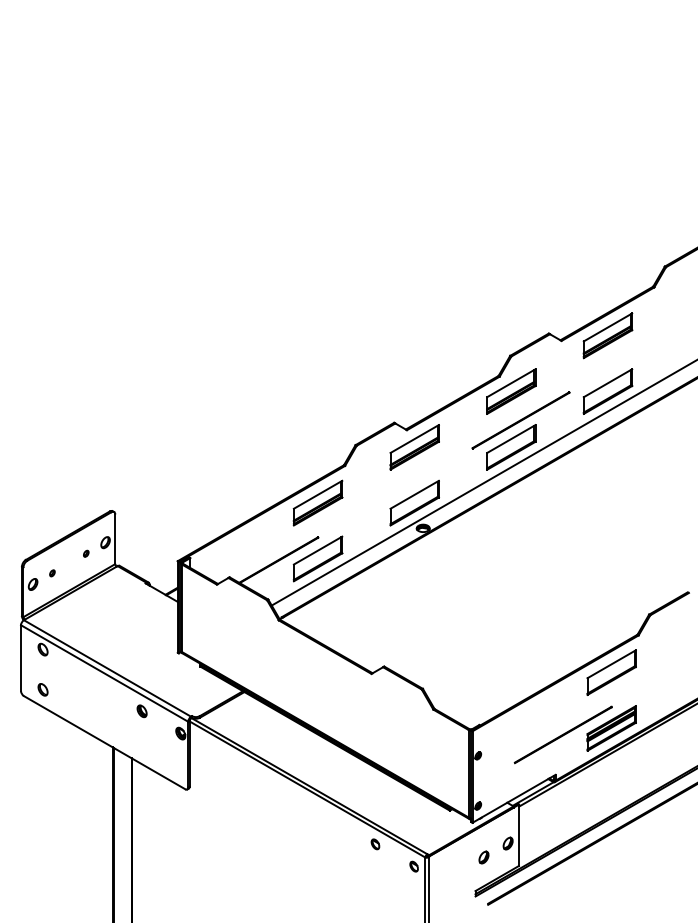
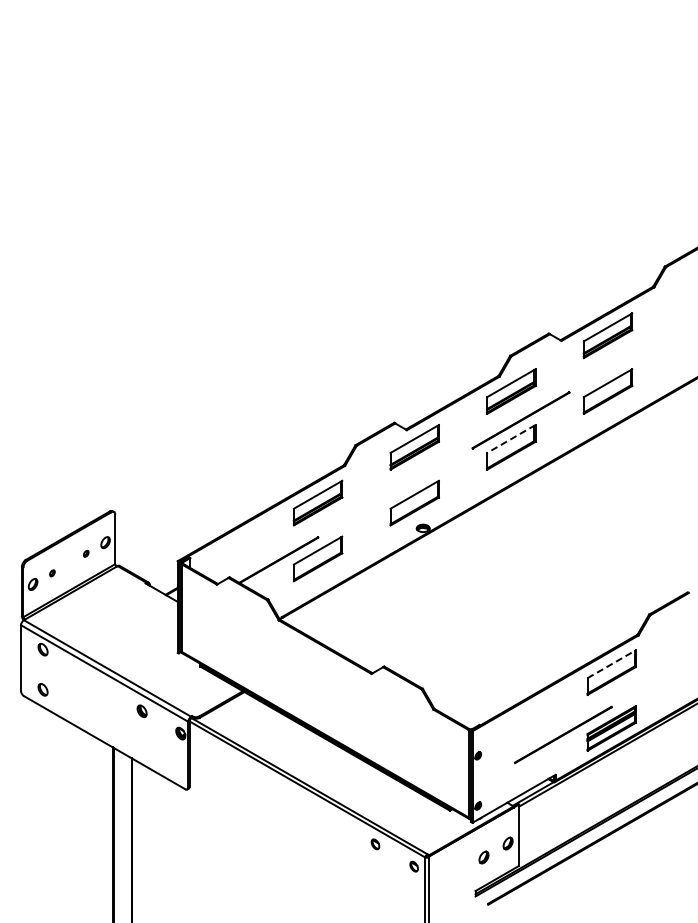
line at (511, 439): solid -> dashed
line at (482, 483): present -> none
line at (611, 664): solid -> dashed
